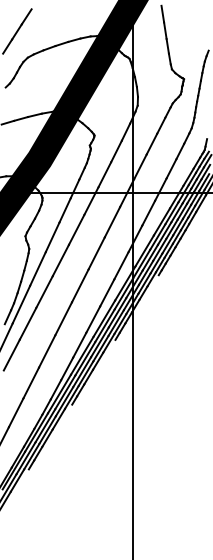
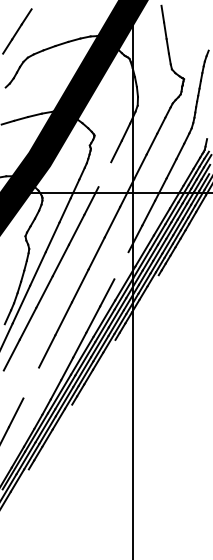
line at (104, 174): present -> none
line at (121, 265): present -> none
line at (31, 382): present -> none
